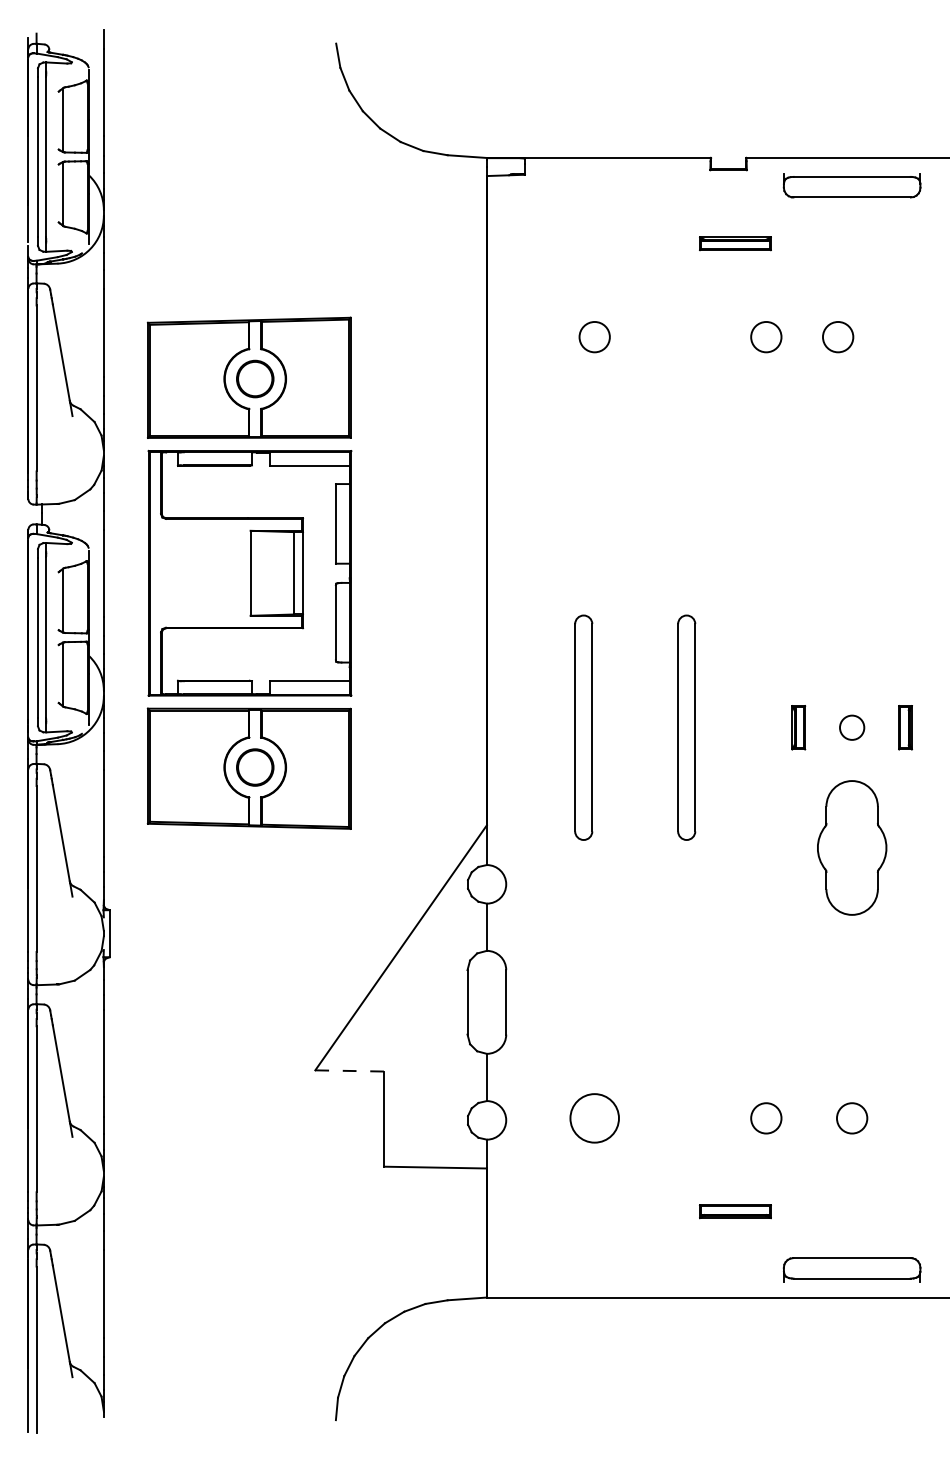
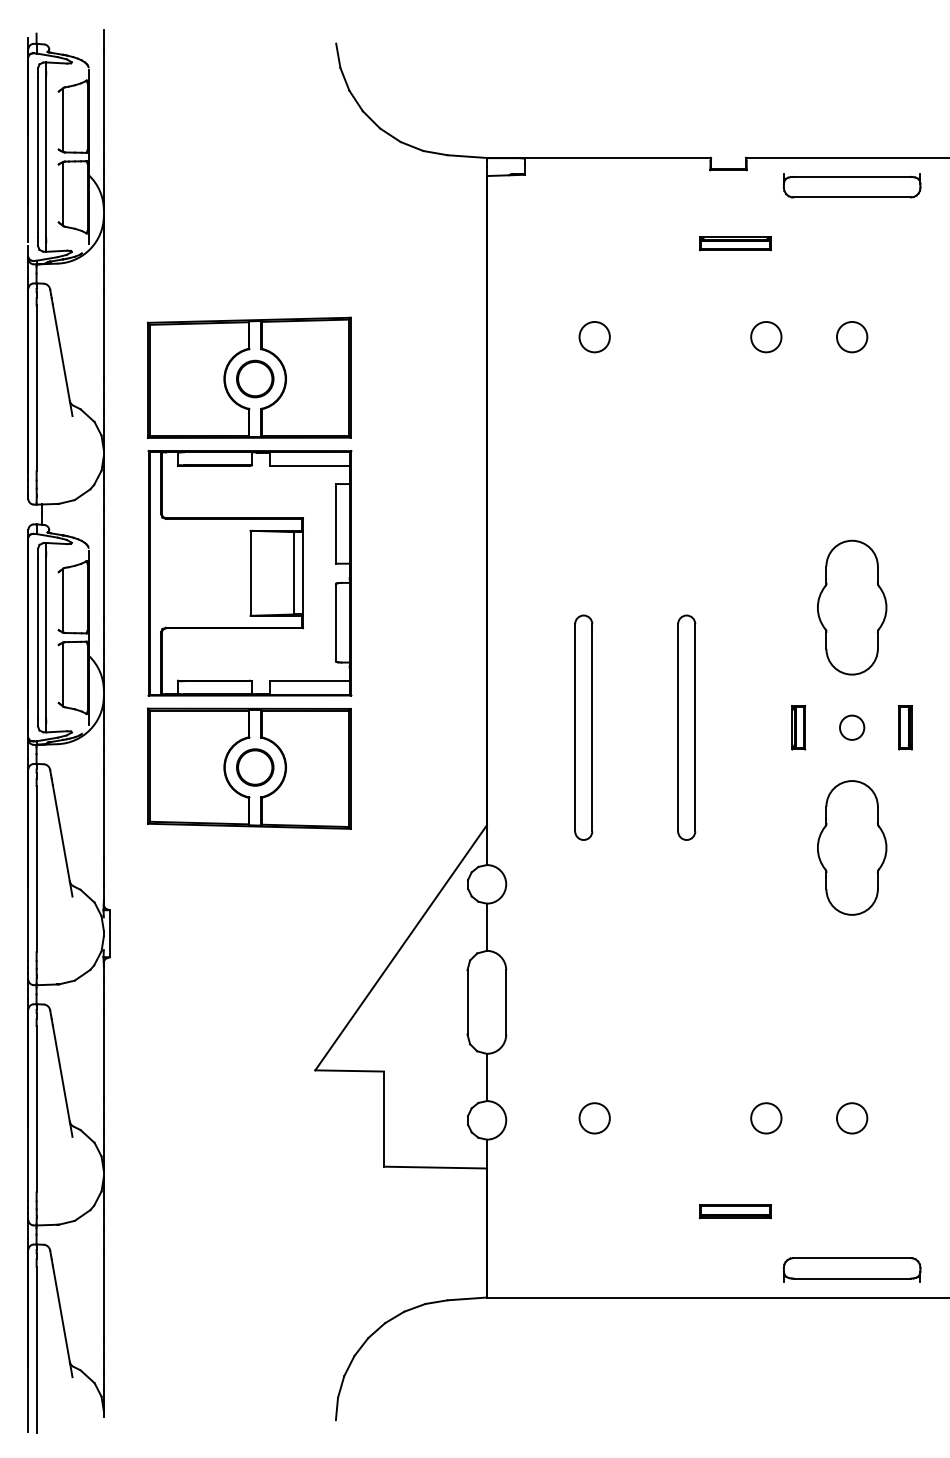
circle at (838, 337) position: (838, 337) -> (852, 337)
part at (852, 607): none -> present
line at (349, 1070): dashed -> solid
circle at (594, 1118) diameter: 49 px -> 30 px
